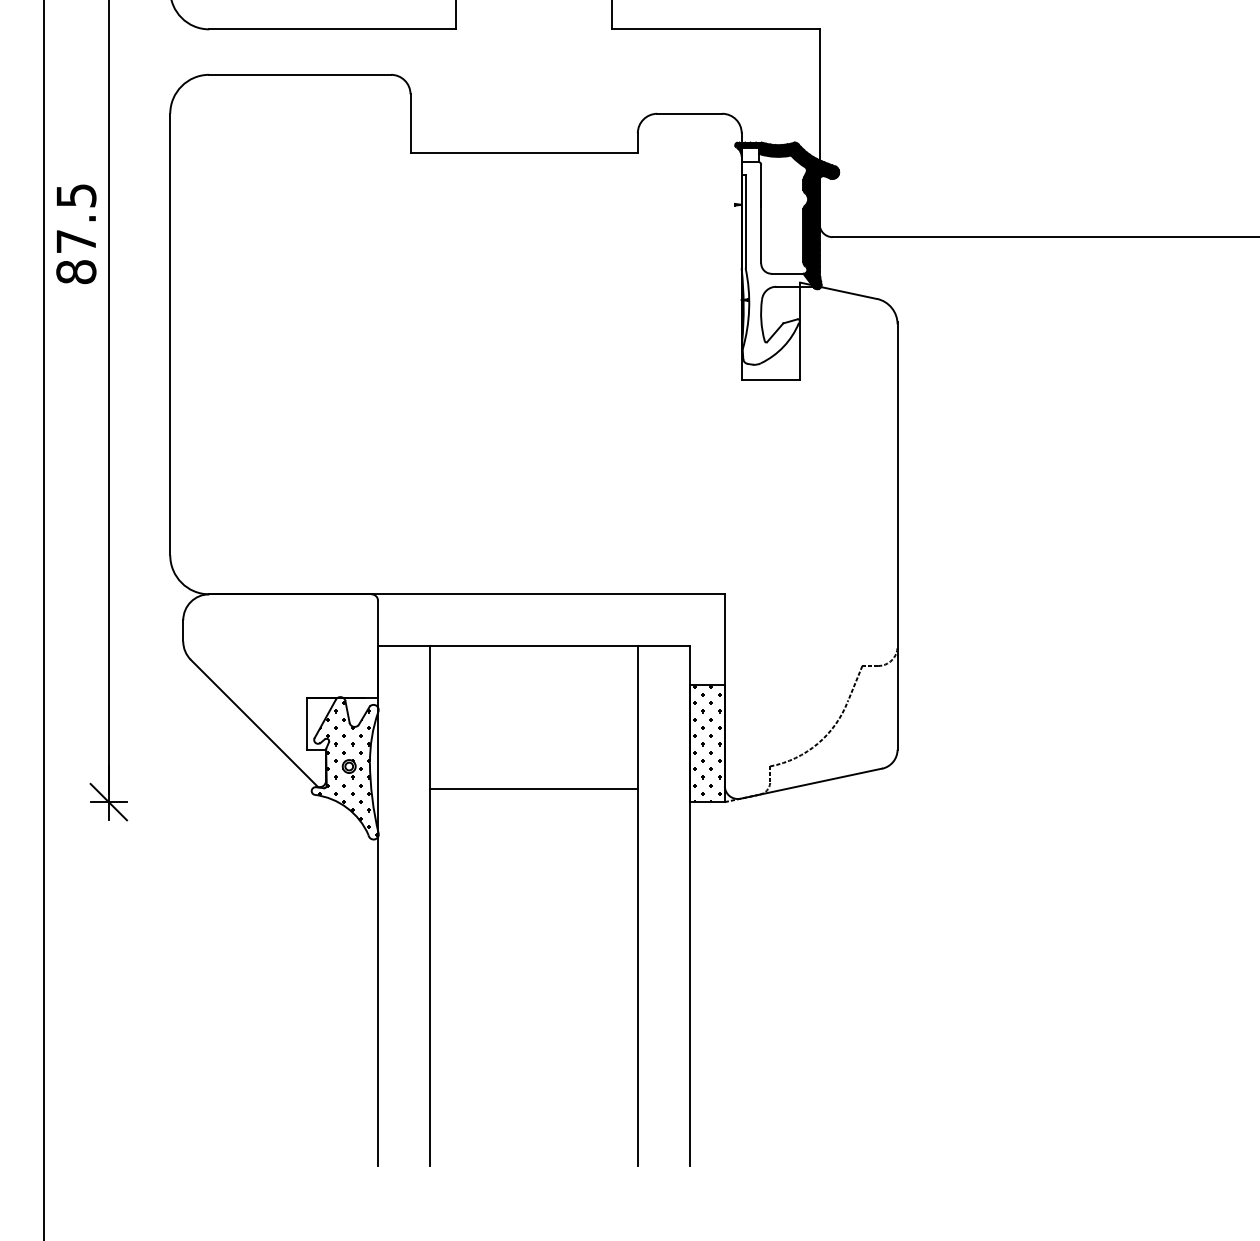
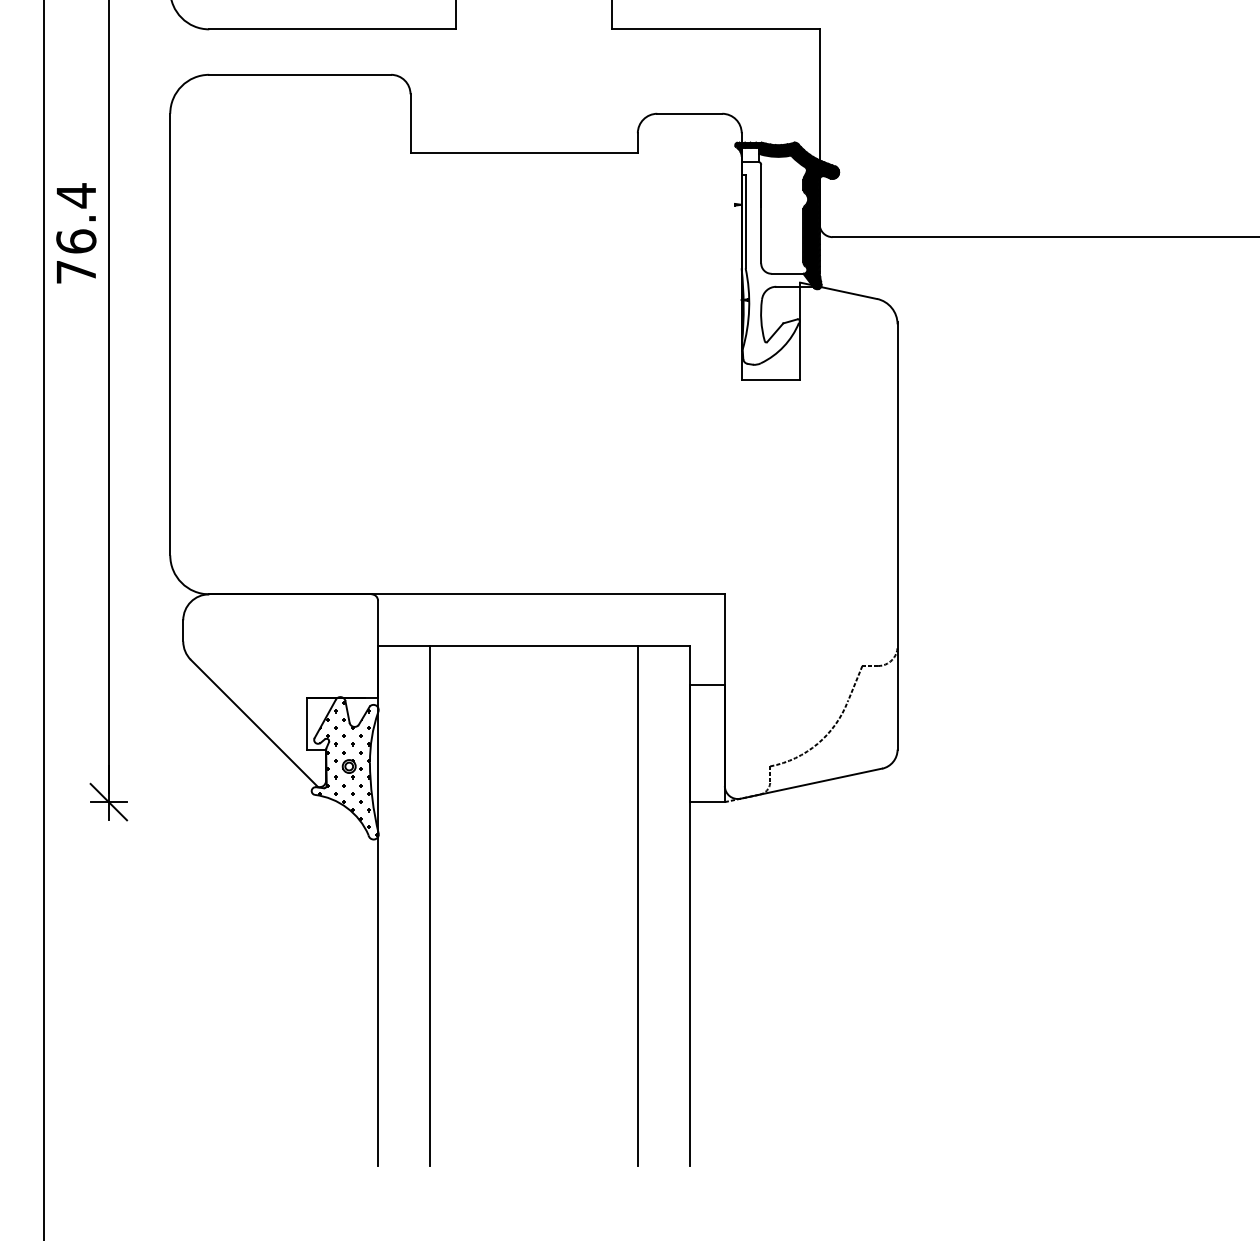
text at (76, 233): 87.5 -> 76.4
hatch at (706, 743): present -> none
line at (533, 789): present -> none
